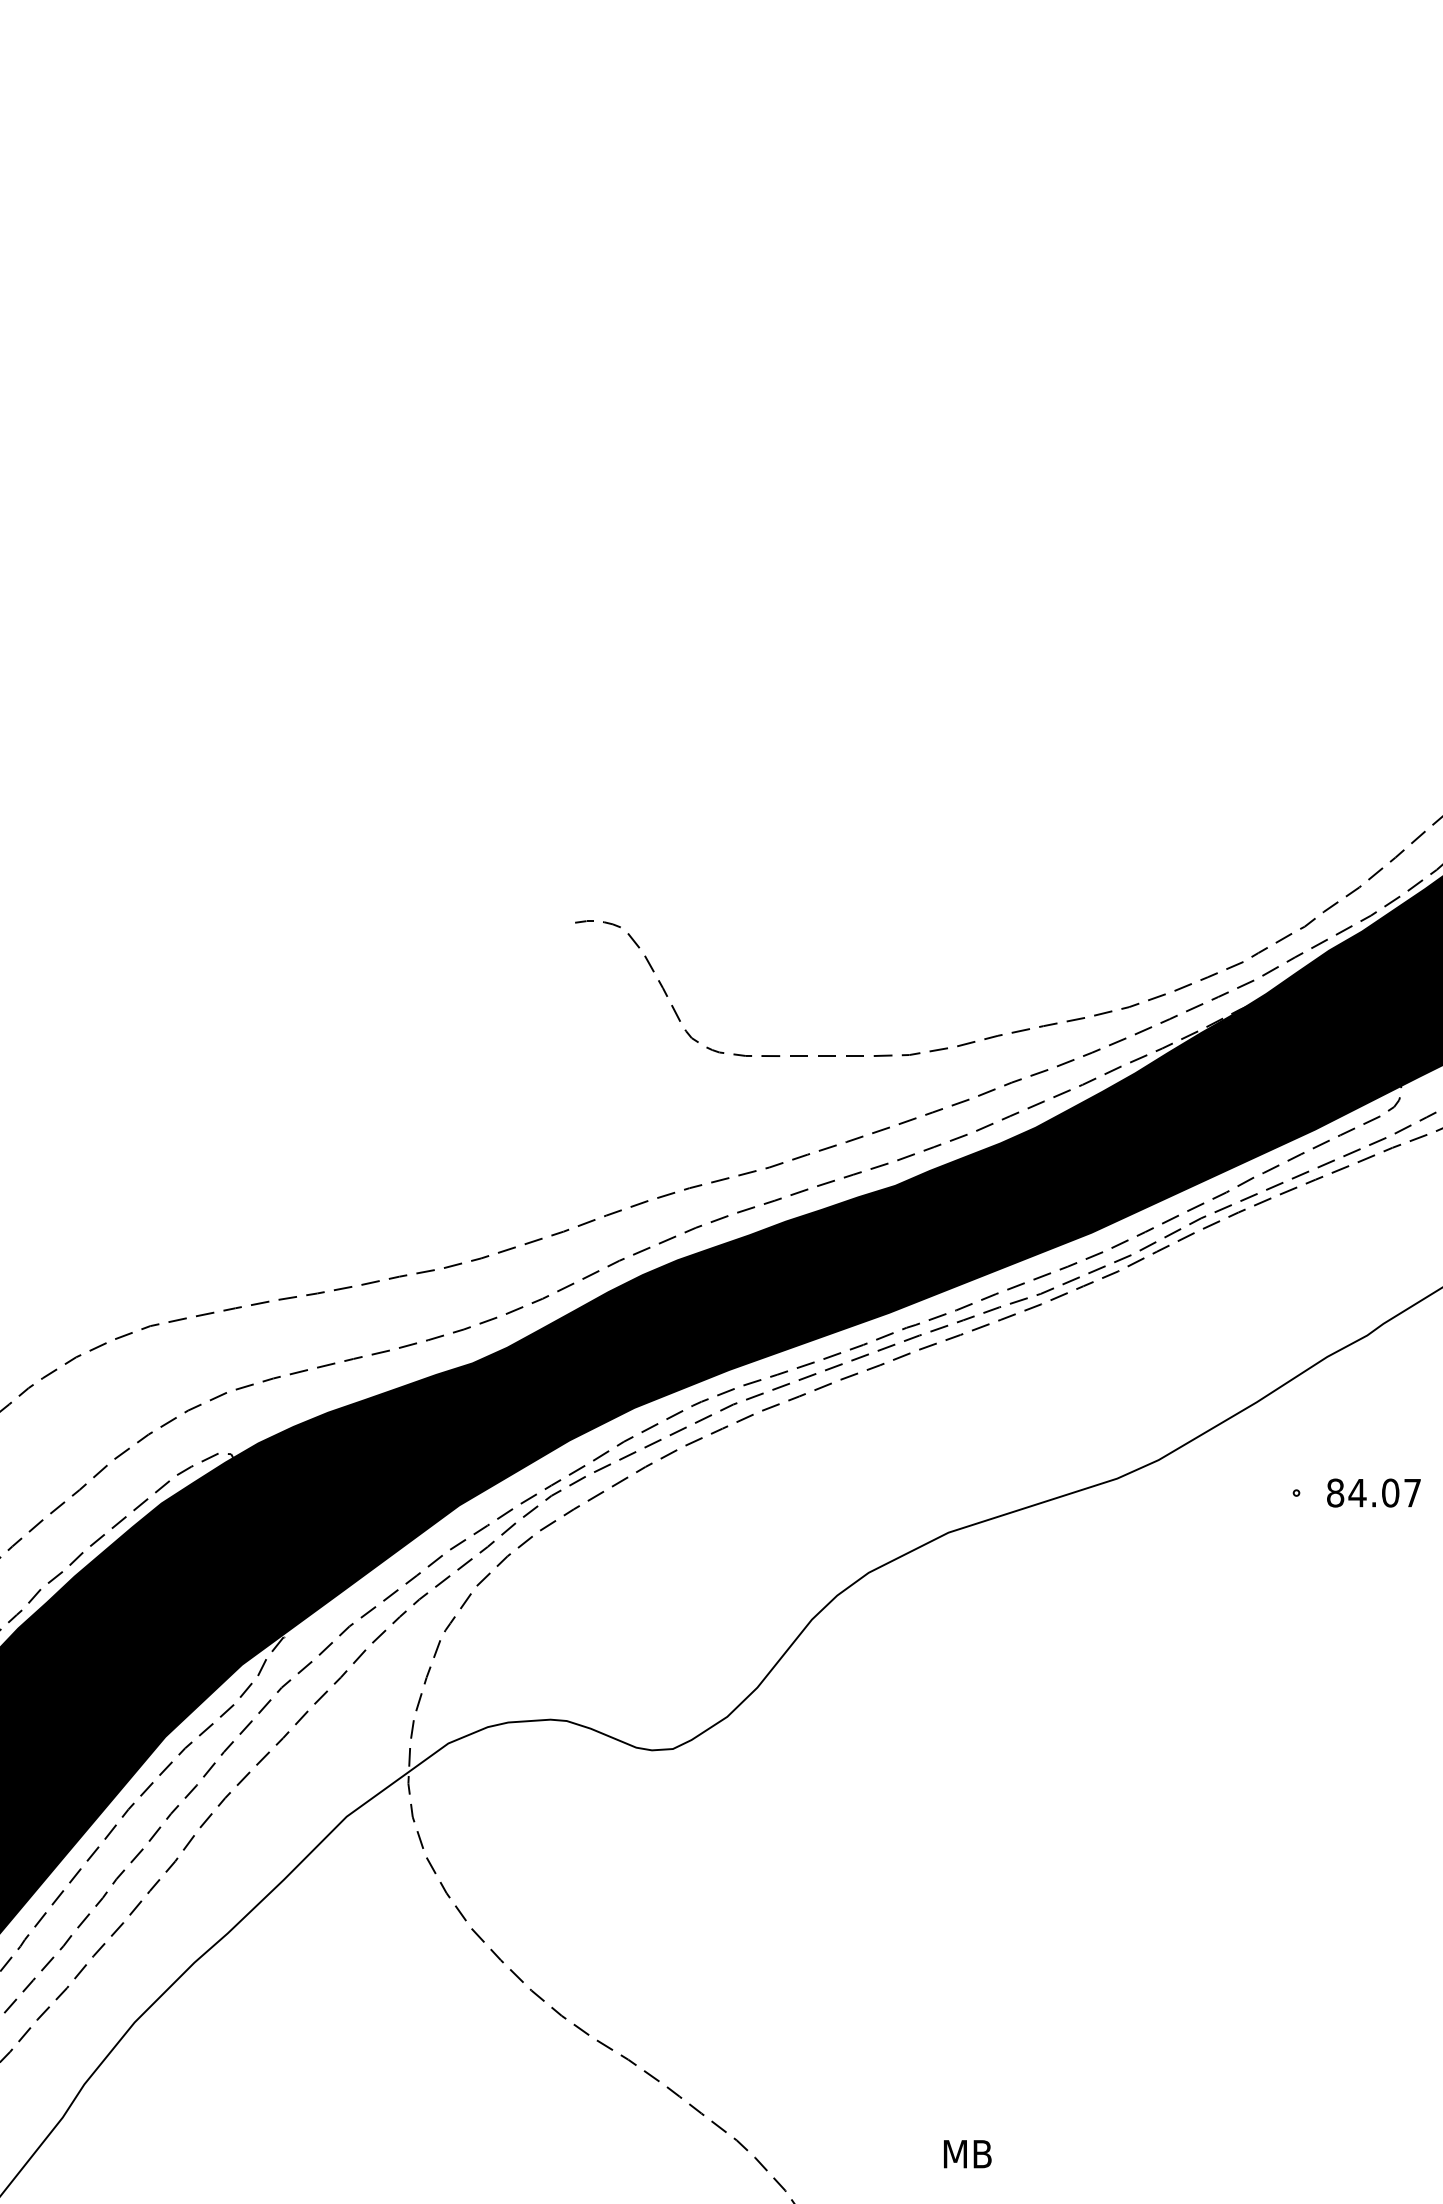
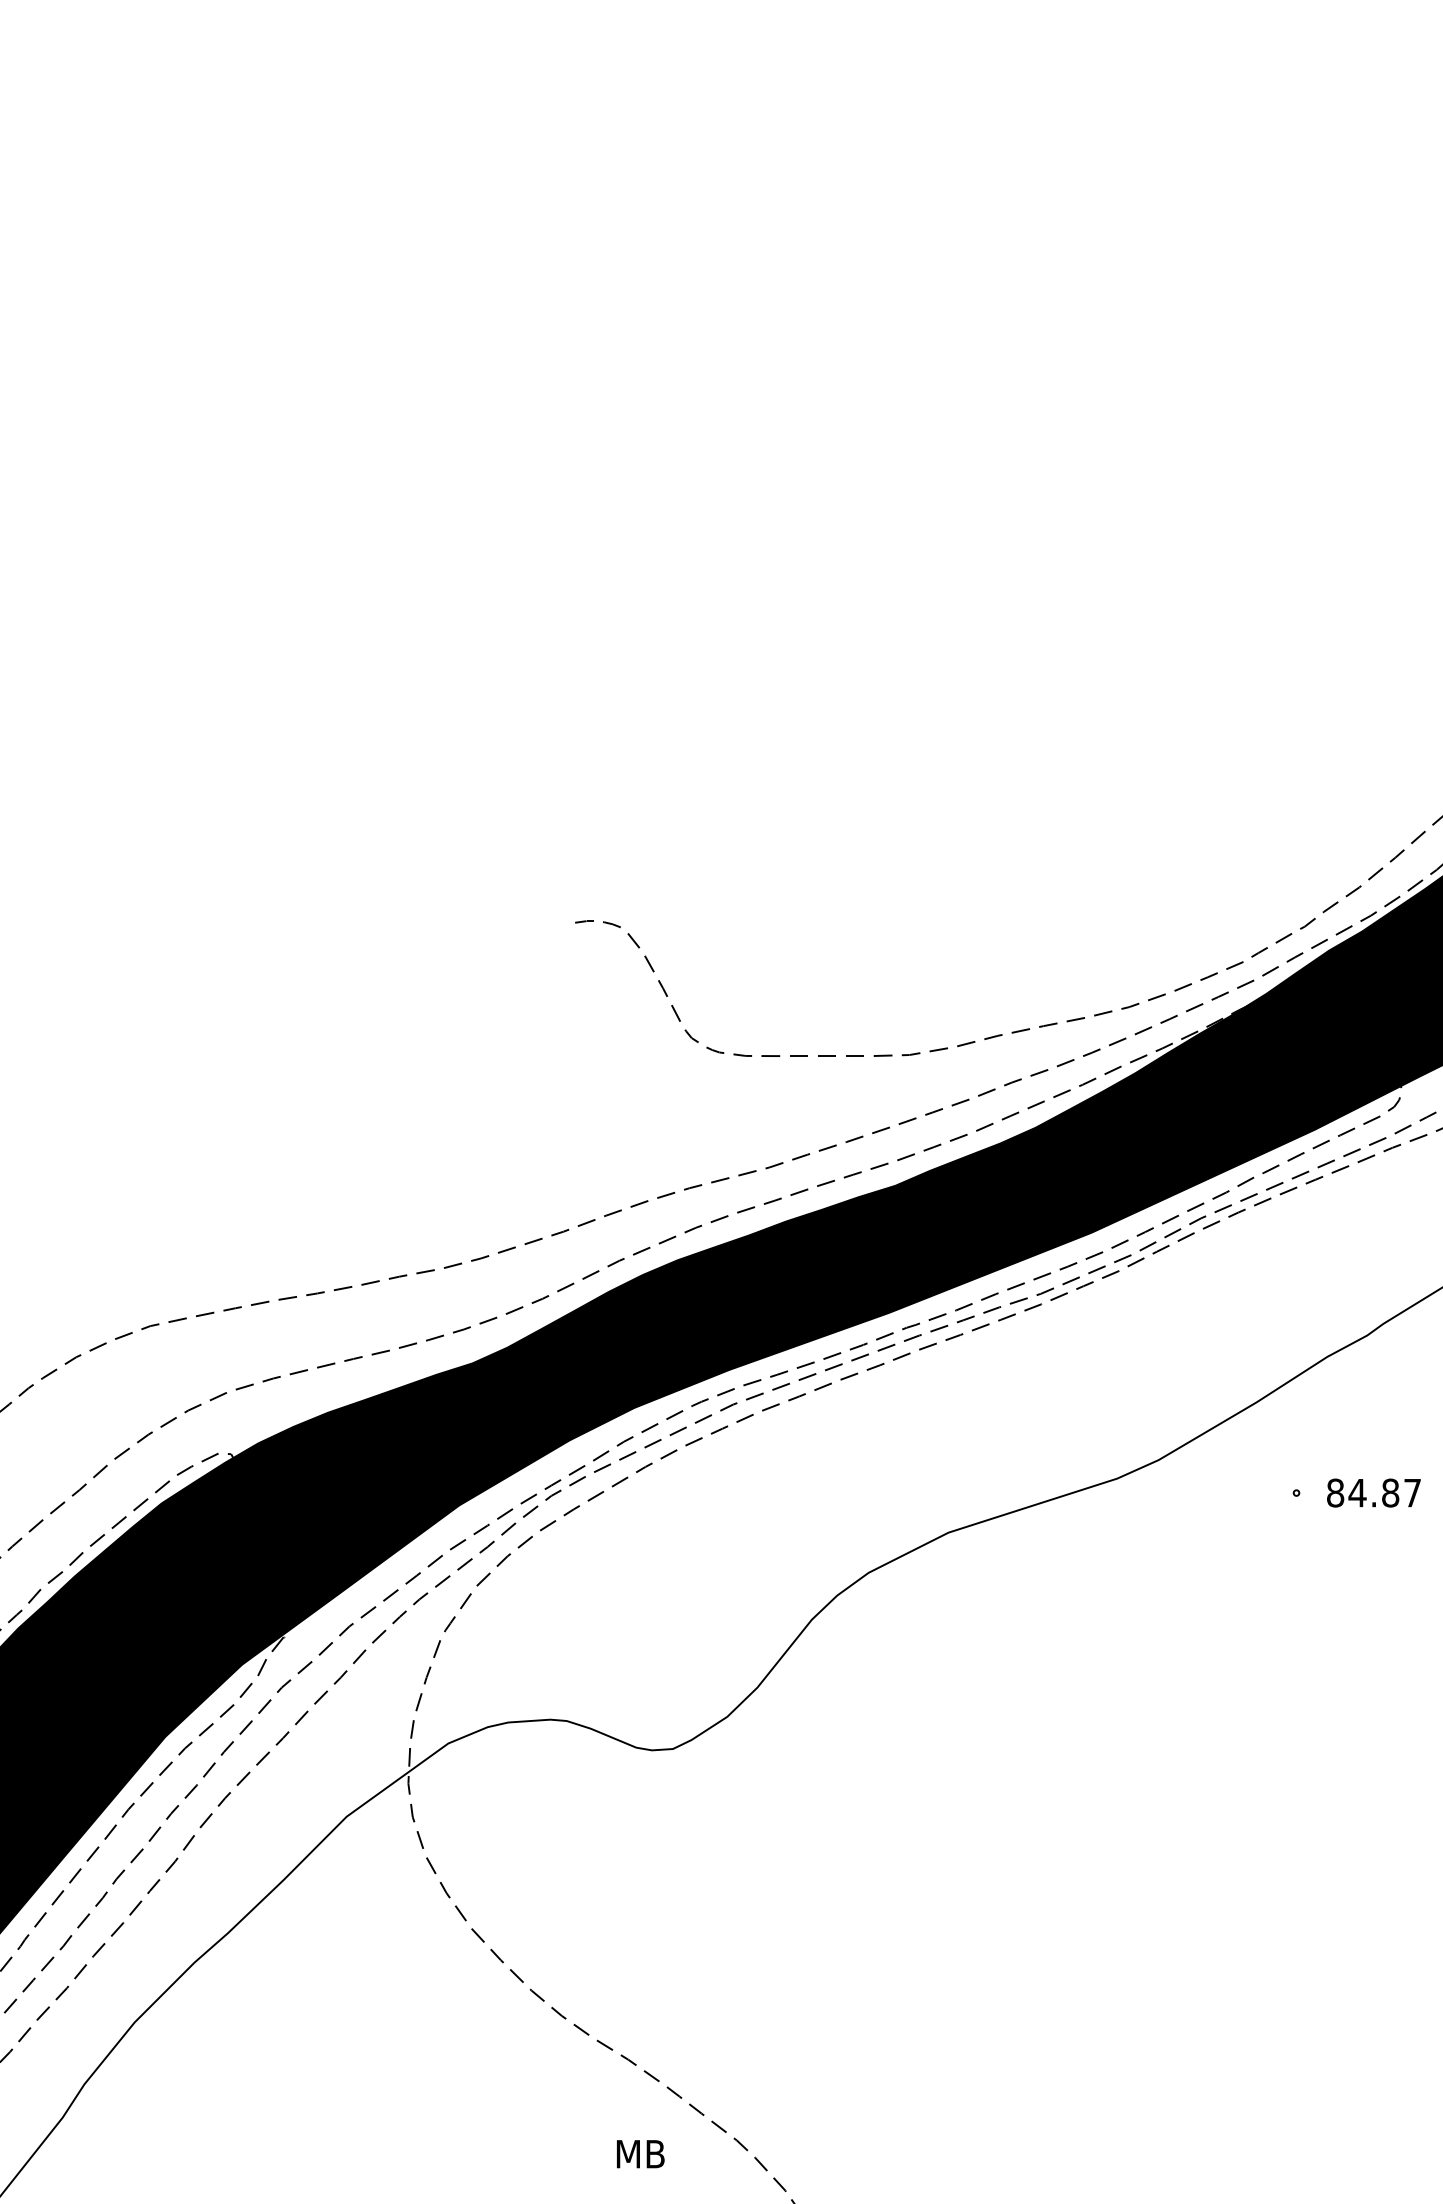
text at (1390, 1493): 84.07 -> 84.87
text at (967, 2154) position: (967, 2154) -> (640, 2154)
